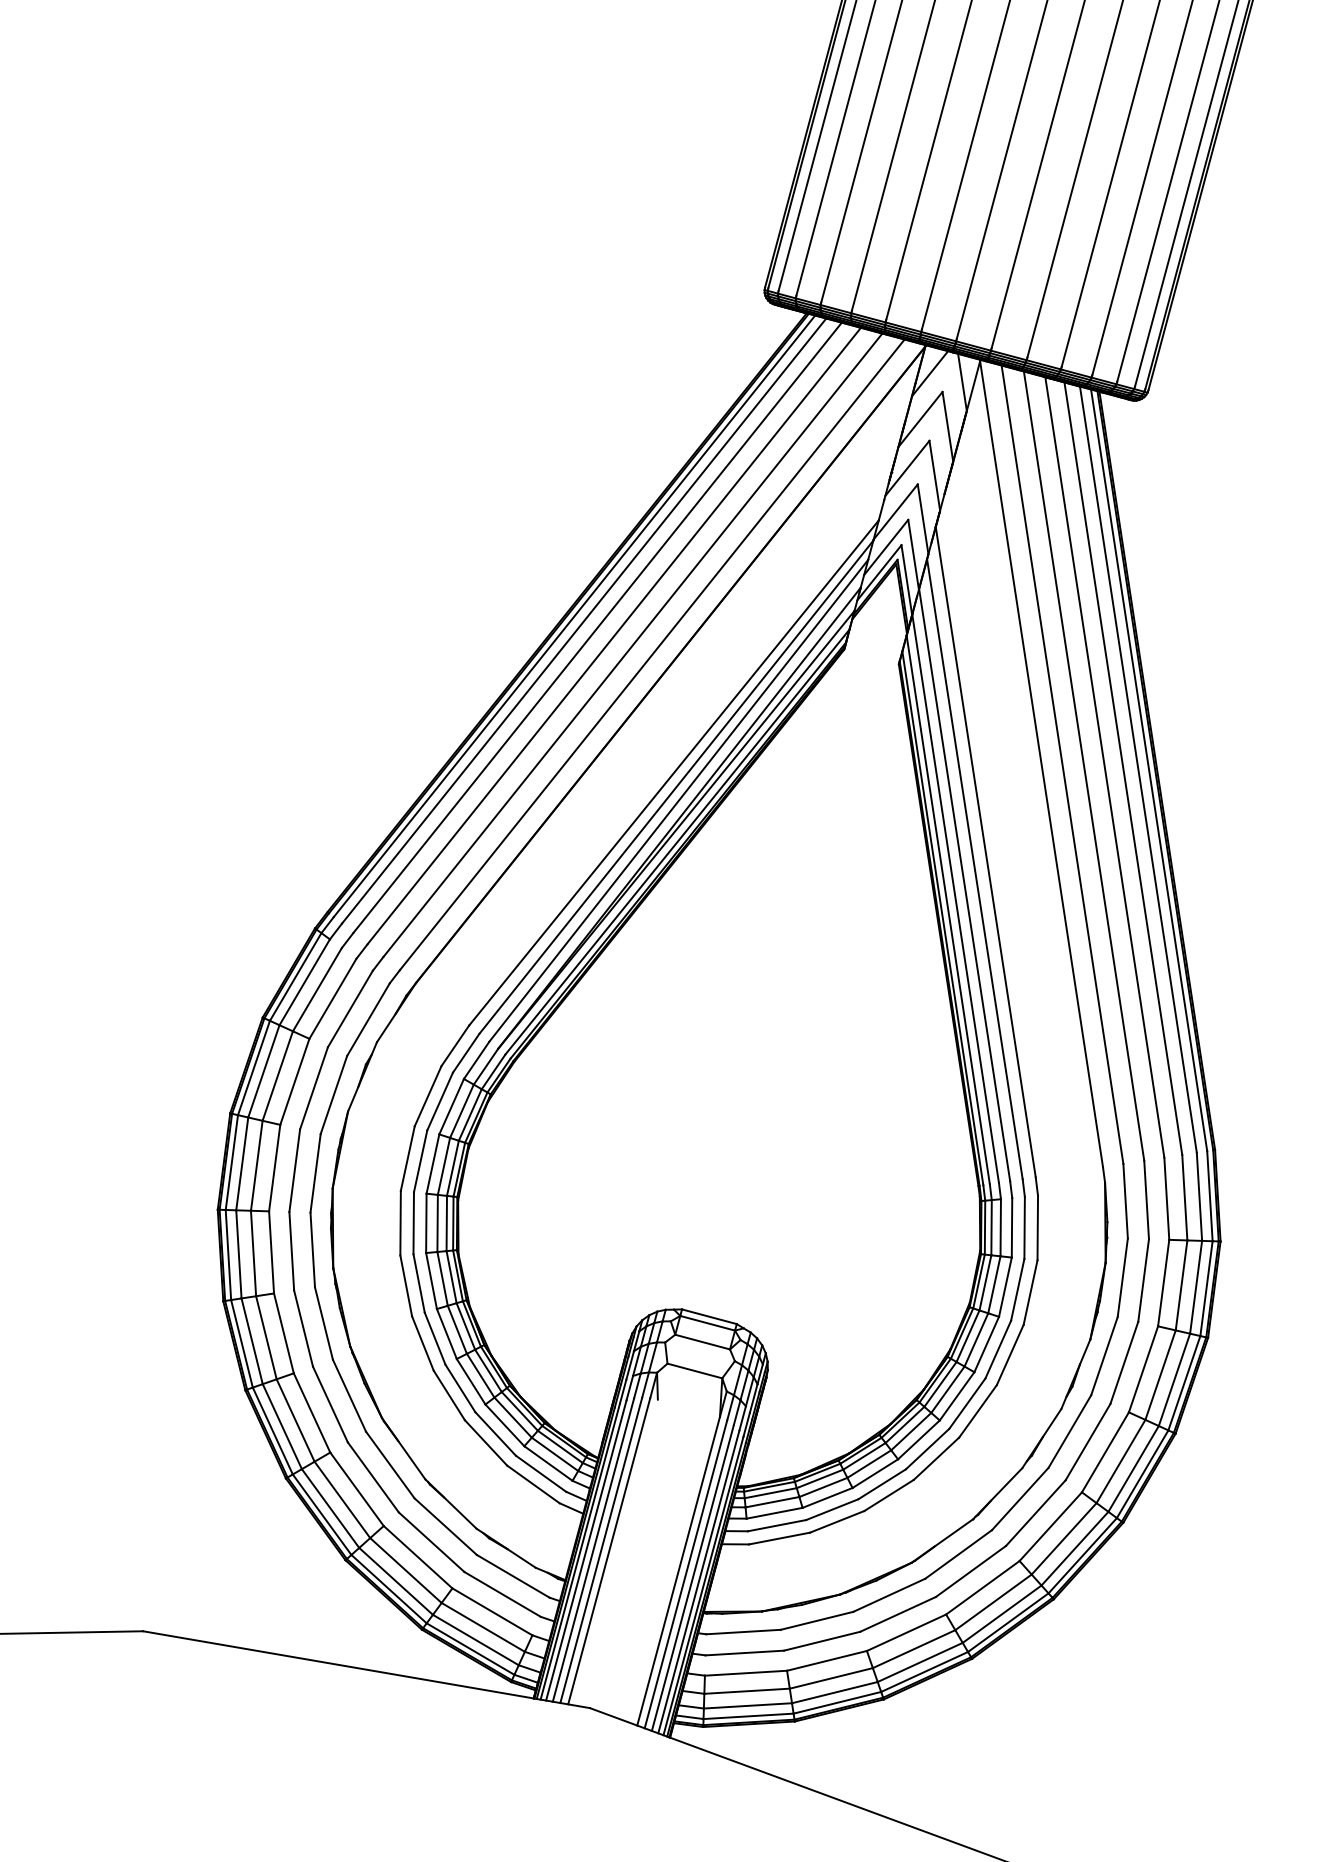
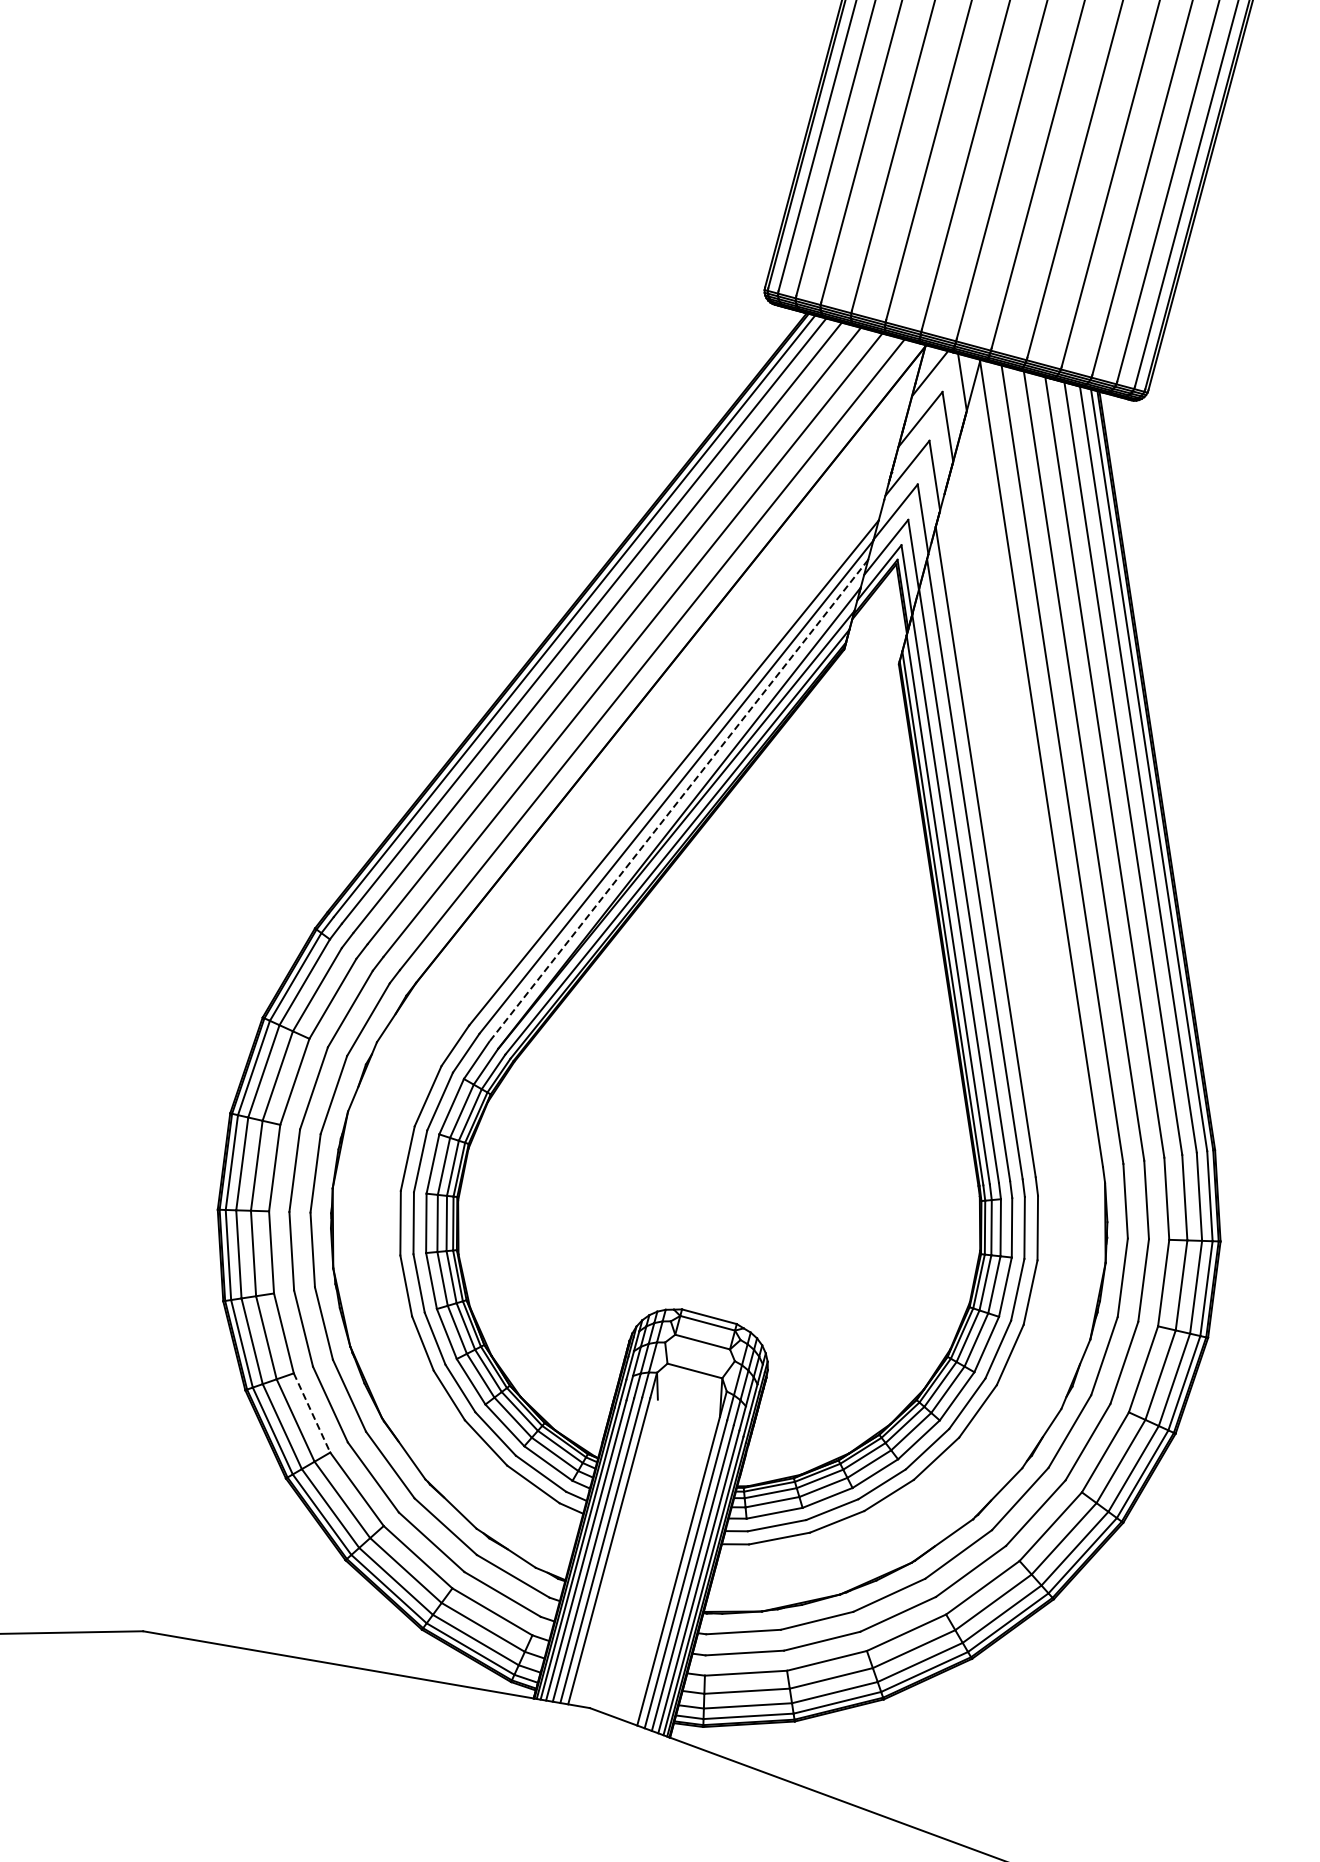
line at (678, 801): solid -> dashed
line at (312, 1412): solid -> dashed
